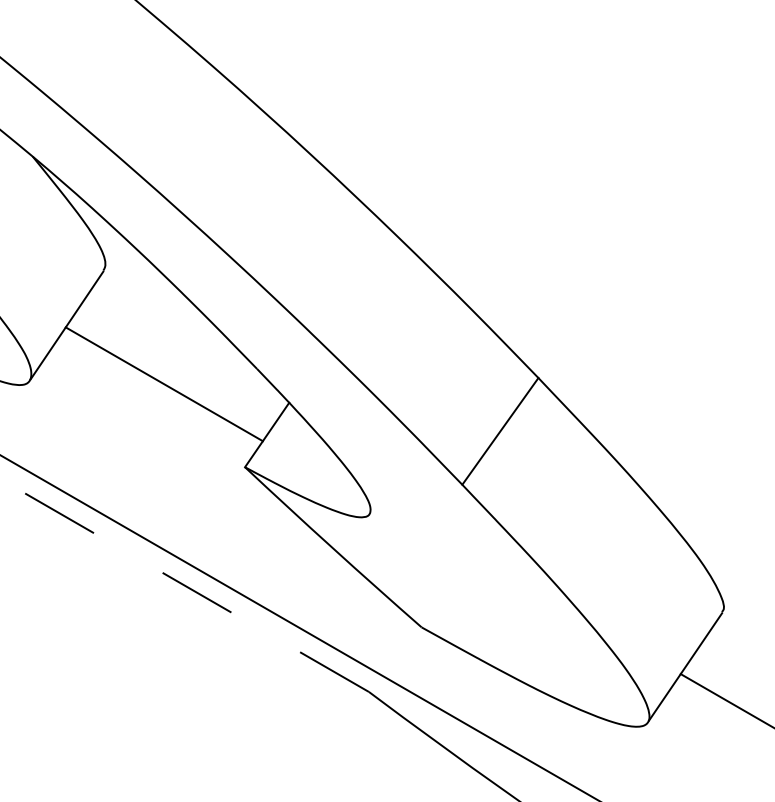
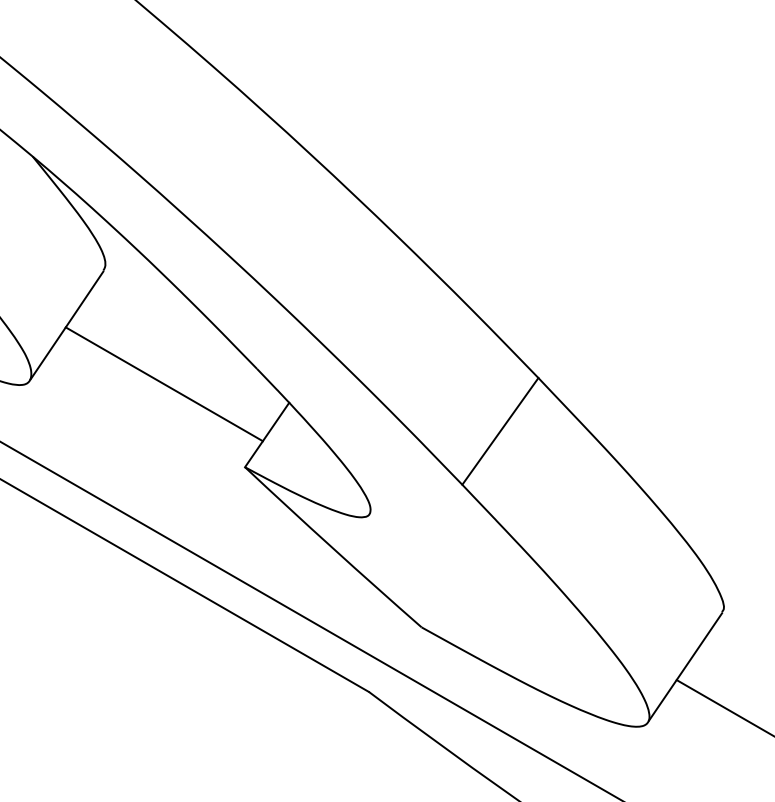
line at (184, 585): dashed -> solid
line at (298, 627) position: (298, 627) -> (310, 620)
line at (725, 700) position: (725, 700) -> (723, 707)
